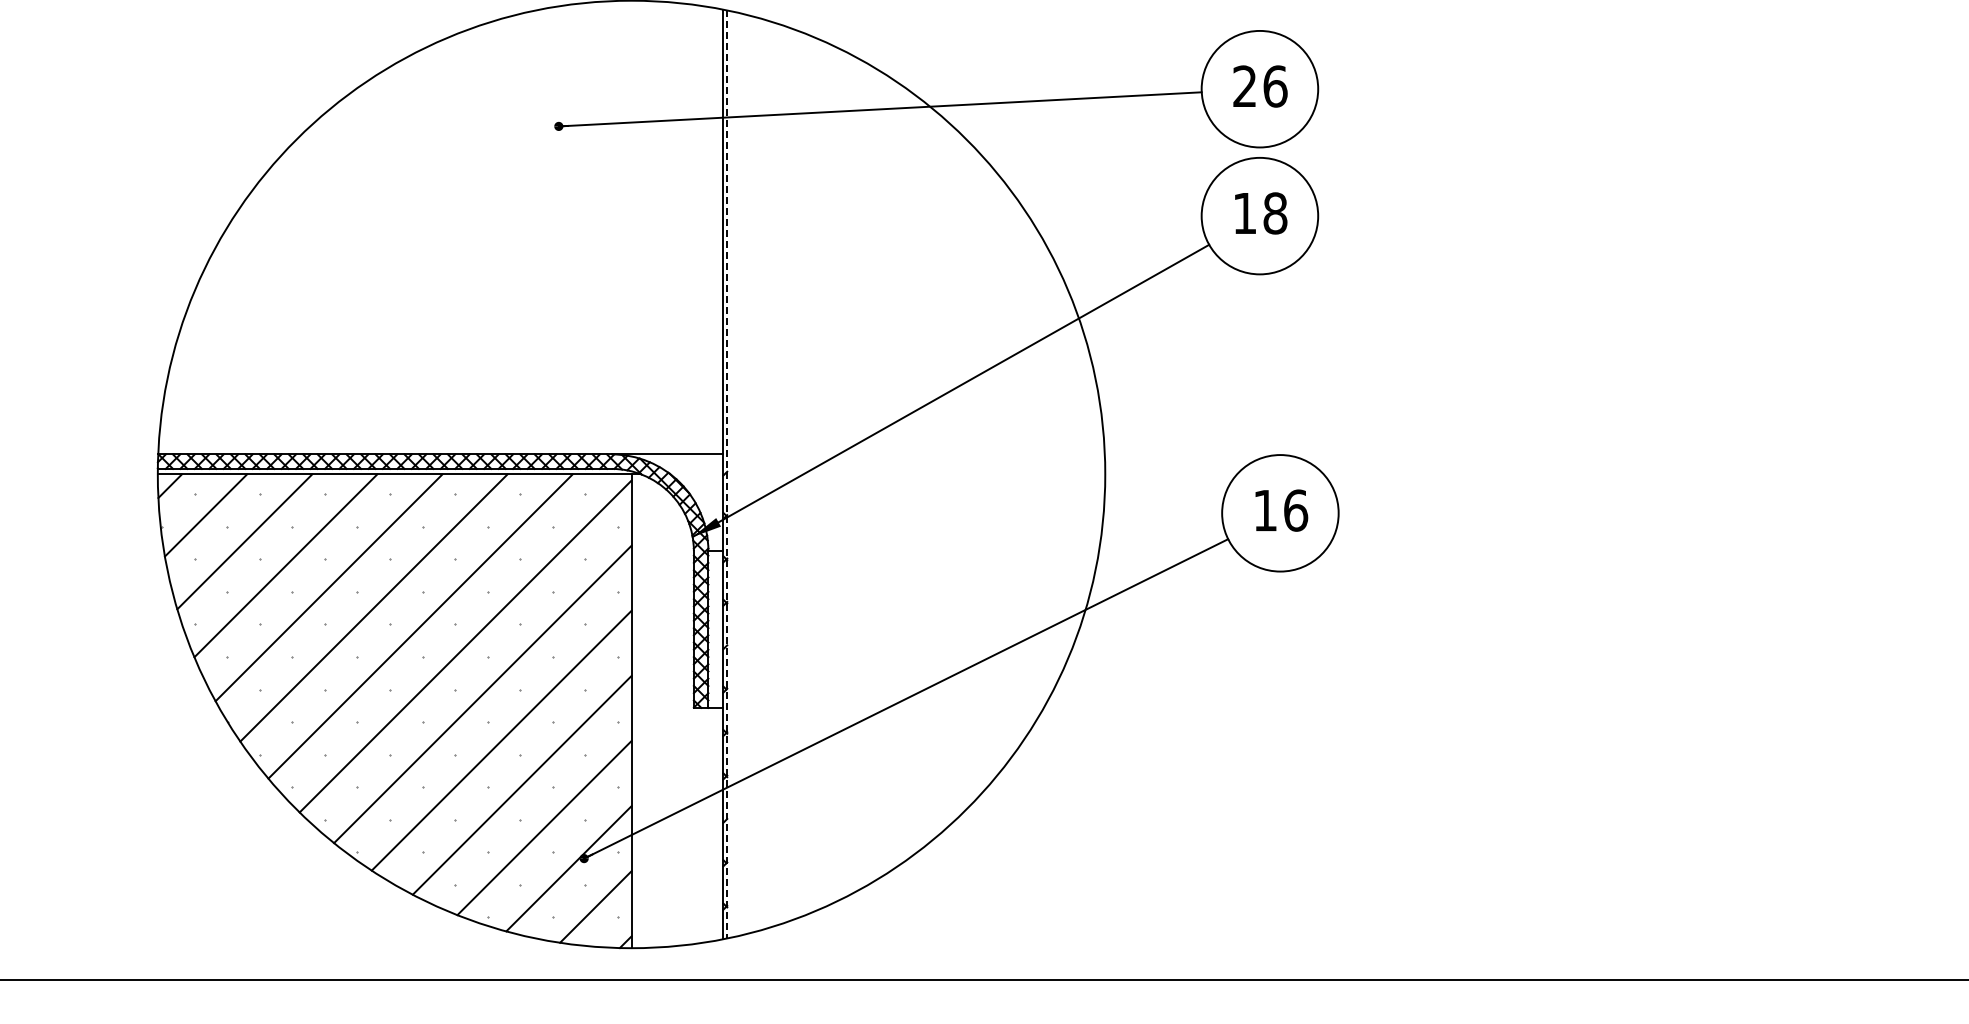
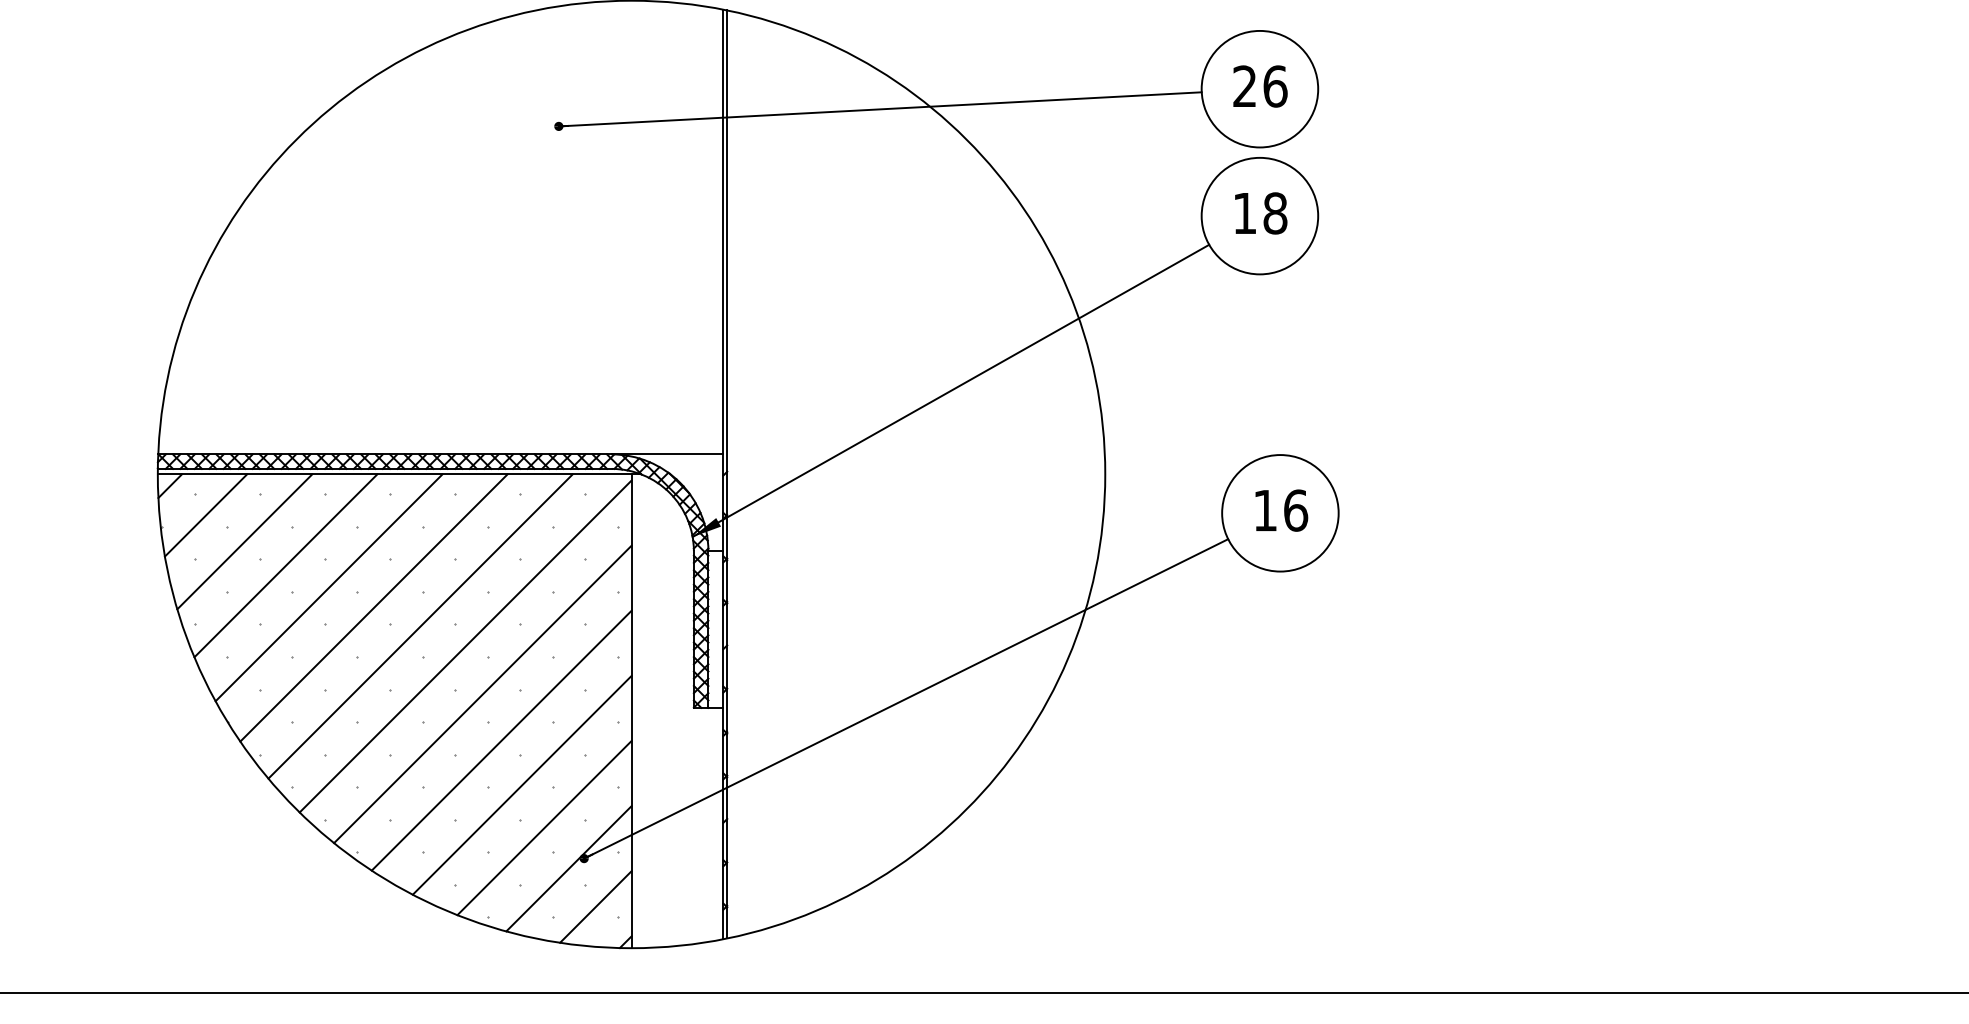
line at (727, 474): dashed -> solid
line at (983, 980) position: (983, 980) -> (983, 993)
